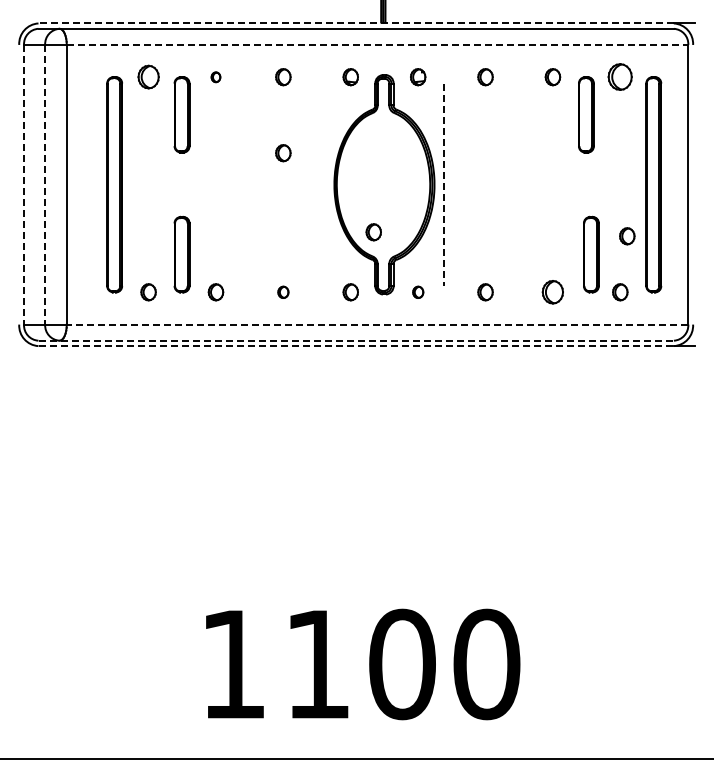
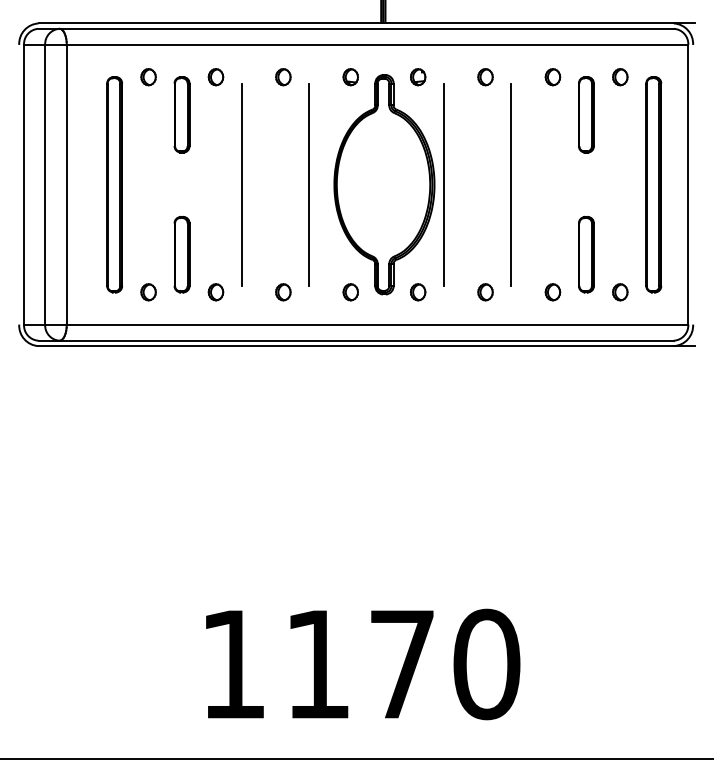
line at (356, 23): dashed -> solid
line at (377, 44): dashed -> solid
part at (148, 76) size: 23x26 px -> 17x19 px
part at (619, 76) size: 26x28 px -> 17x19 px
part at (215, 77) size: 12x13 px -> 18x19 px
part at (283, 153): present -> none
line at (24, 184): dashed -> solid
line at (45, 184): dashed -> solid
line at (241, 184): none -> present
line at (309, 184): none -> present
line at (511, 184): none -> present
line at (444, 185): dashed -> solid
part at (373, 232): present -> none
part at (627, 236): present -> none
part at (591, 254) position: (591, 254) -> (586, 254)
part at (283, 291) size: 13x14 px -> 17x19 px
part at (418, 291) size: 13x14 px -> 17x19 px
part at (552, 292) size: 23x25 px -> 18x19 px
line at (377, 324): dashed -> solid
line at (356, 340): dashed -> solid
line at (356, 346): dashed -> solid
text at (402, 664): 1100 -> 1170
